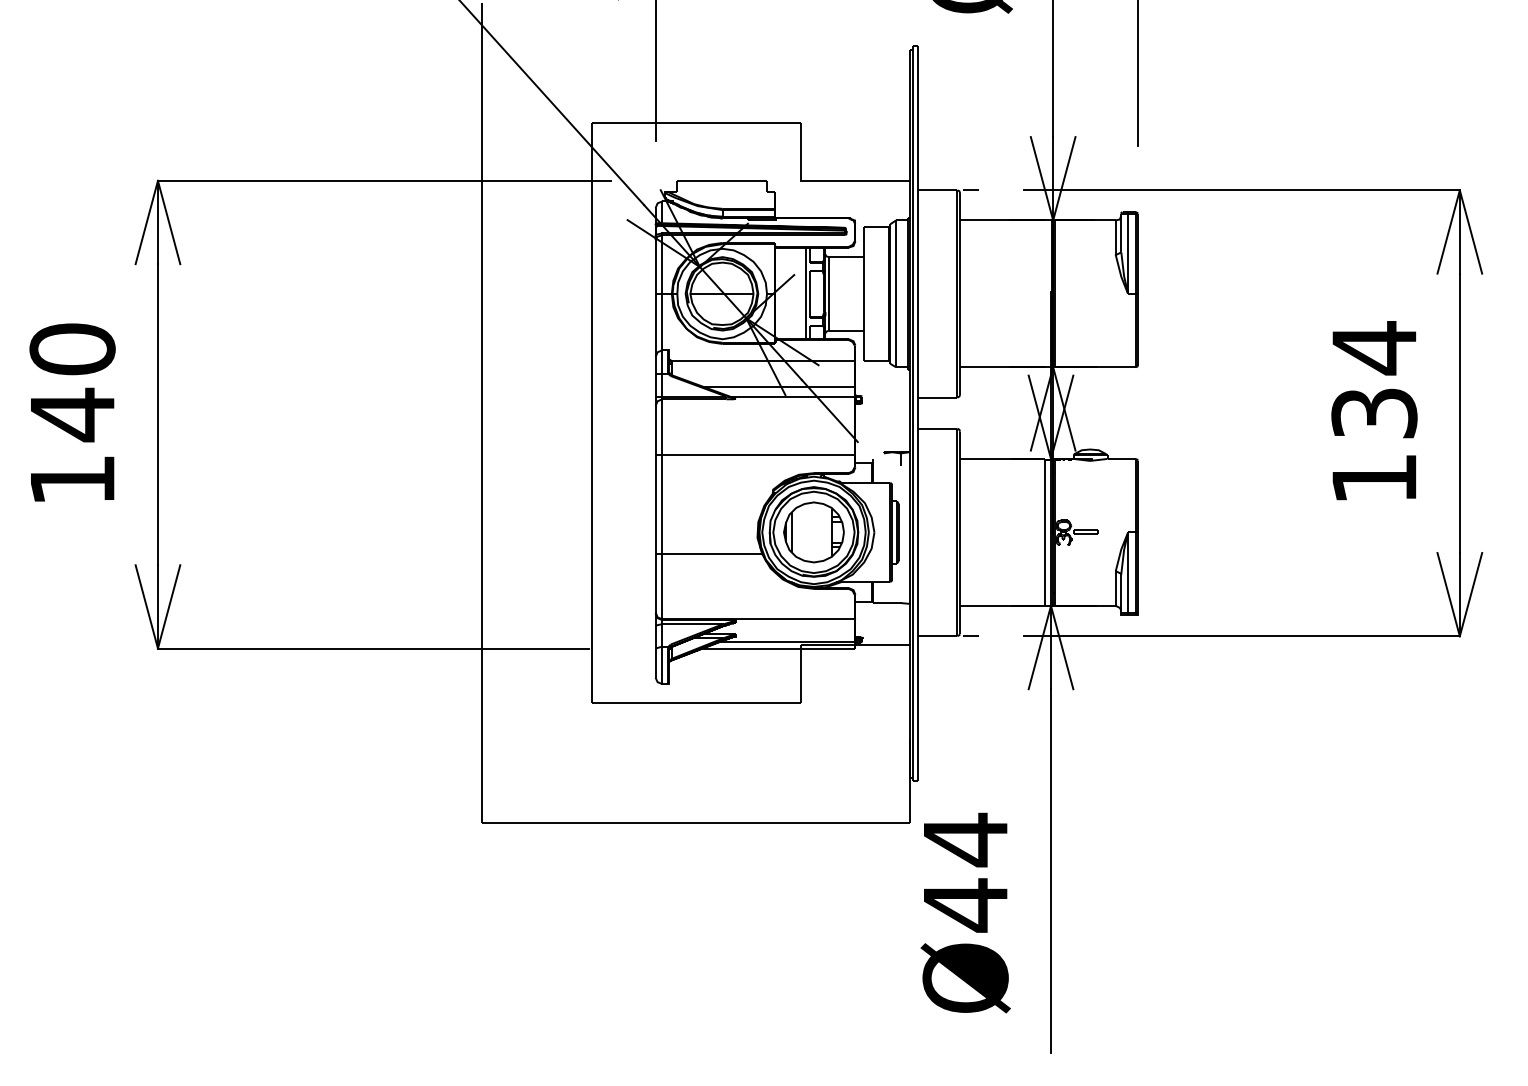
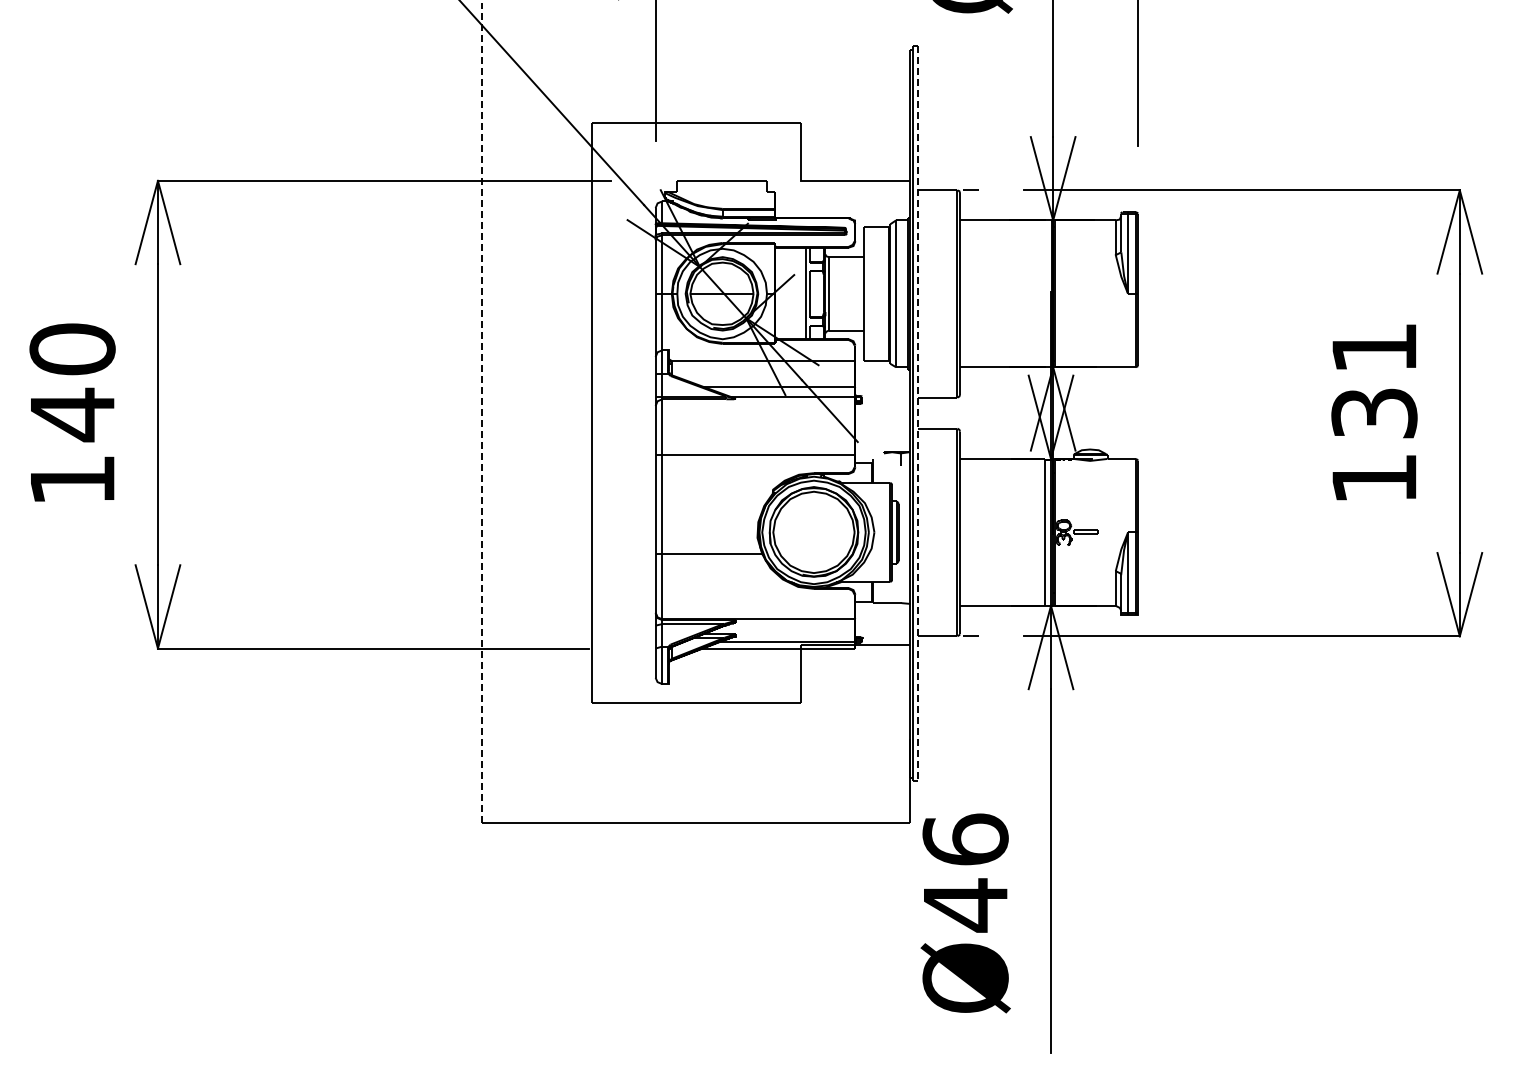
text at (1374, 348): 134 -> 131
line at (482, 412): solid -> dashed
line at (917, 413): solid -> dashed
part at (813, 532): present -> none
text at (965, 839): Ø44 -> Ø46
